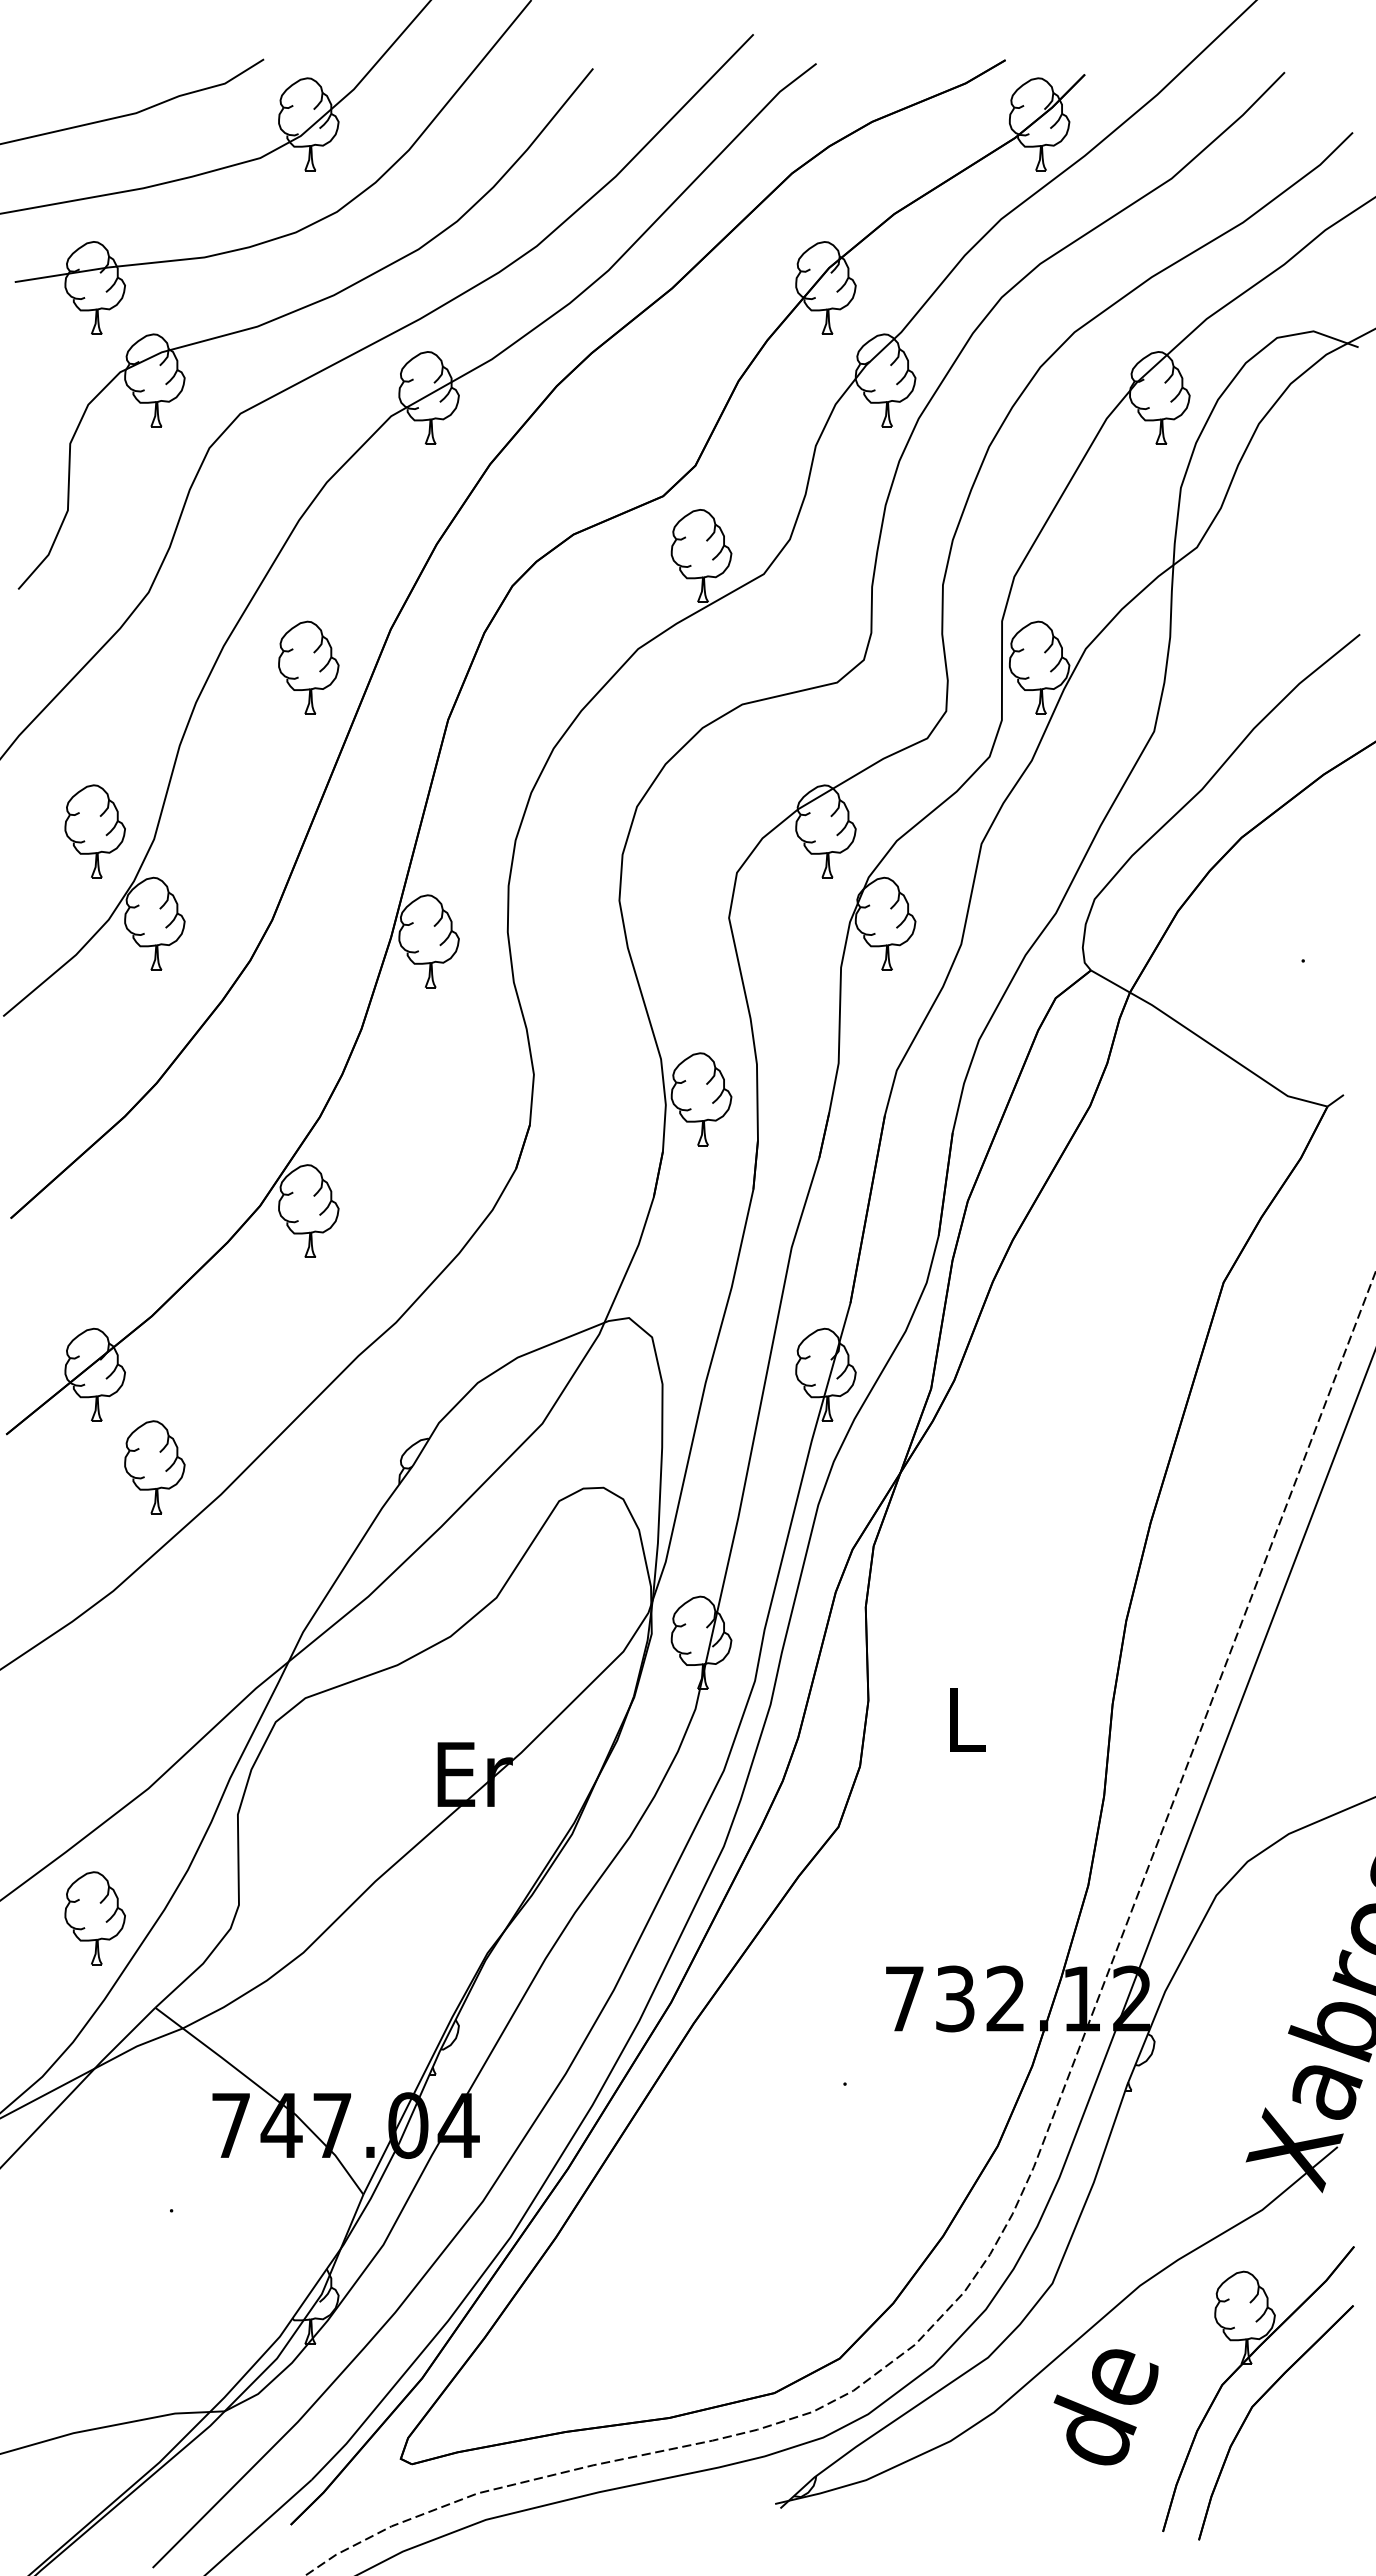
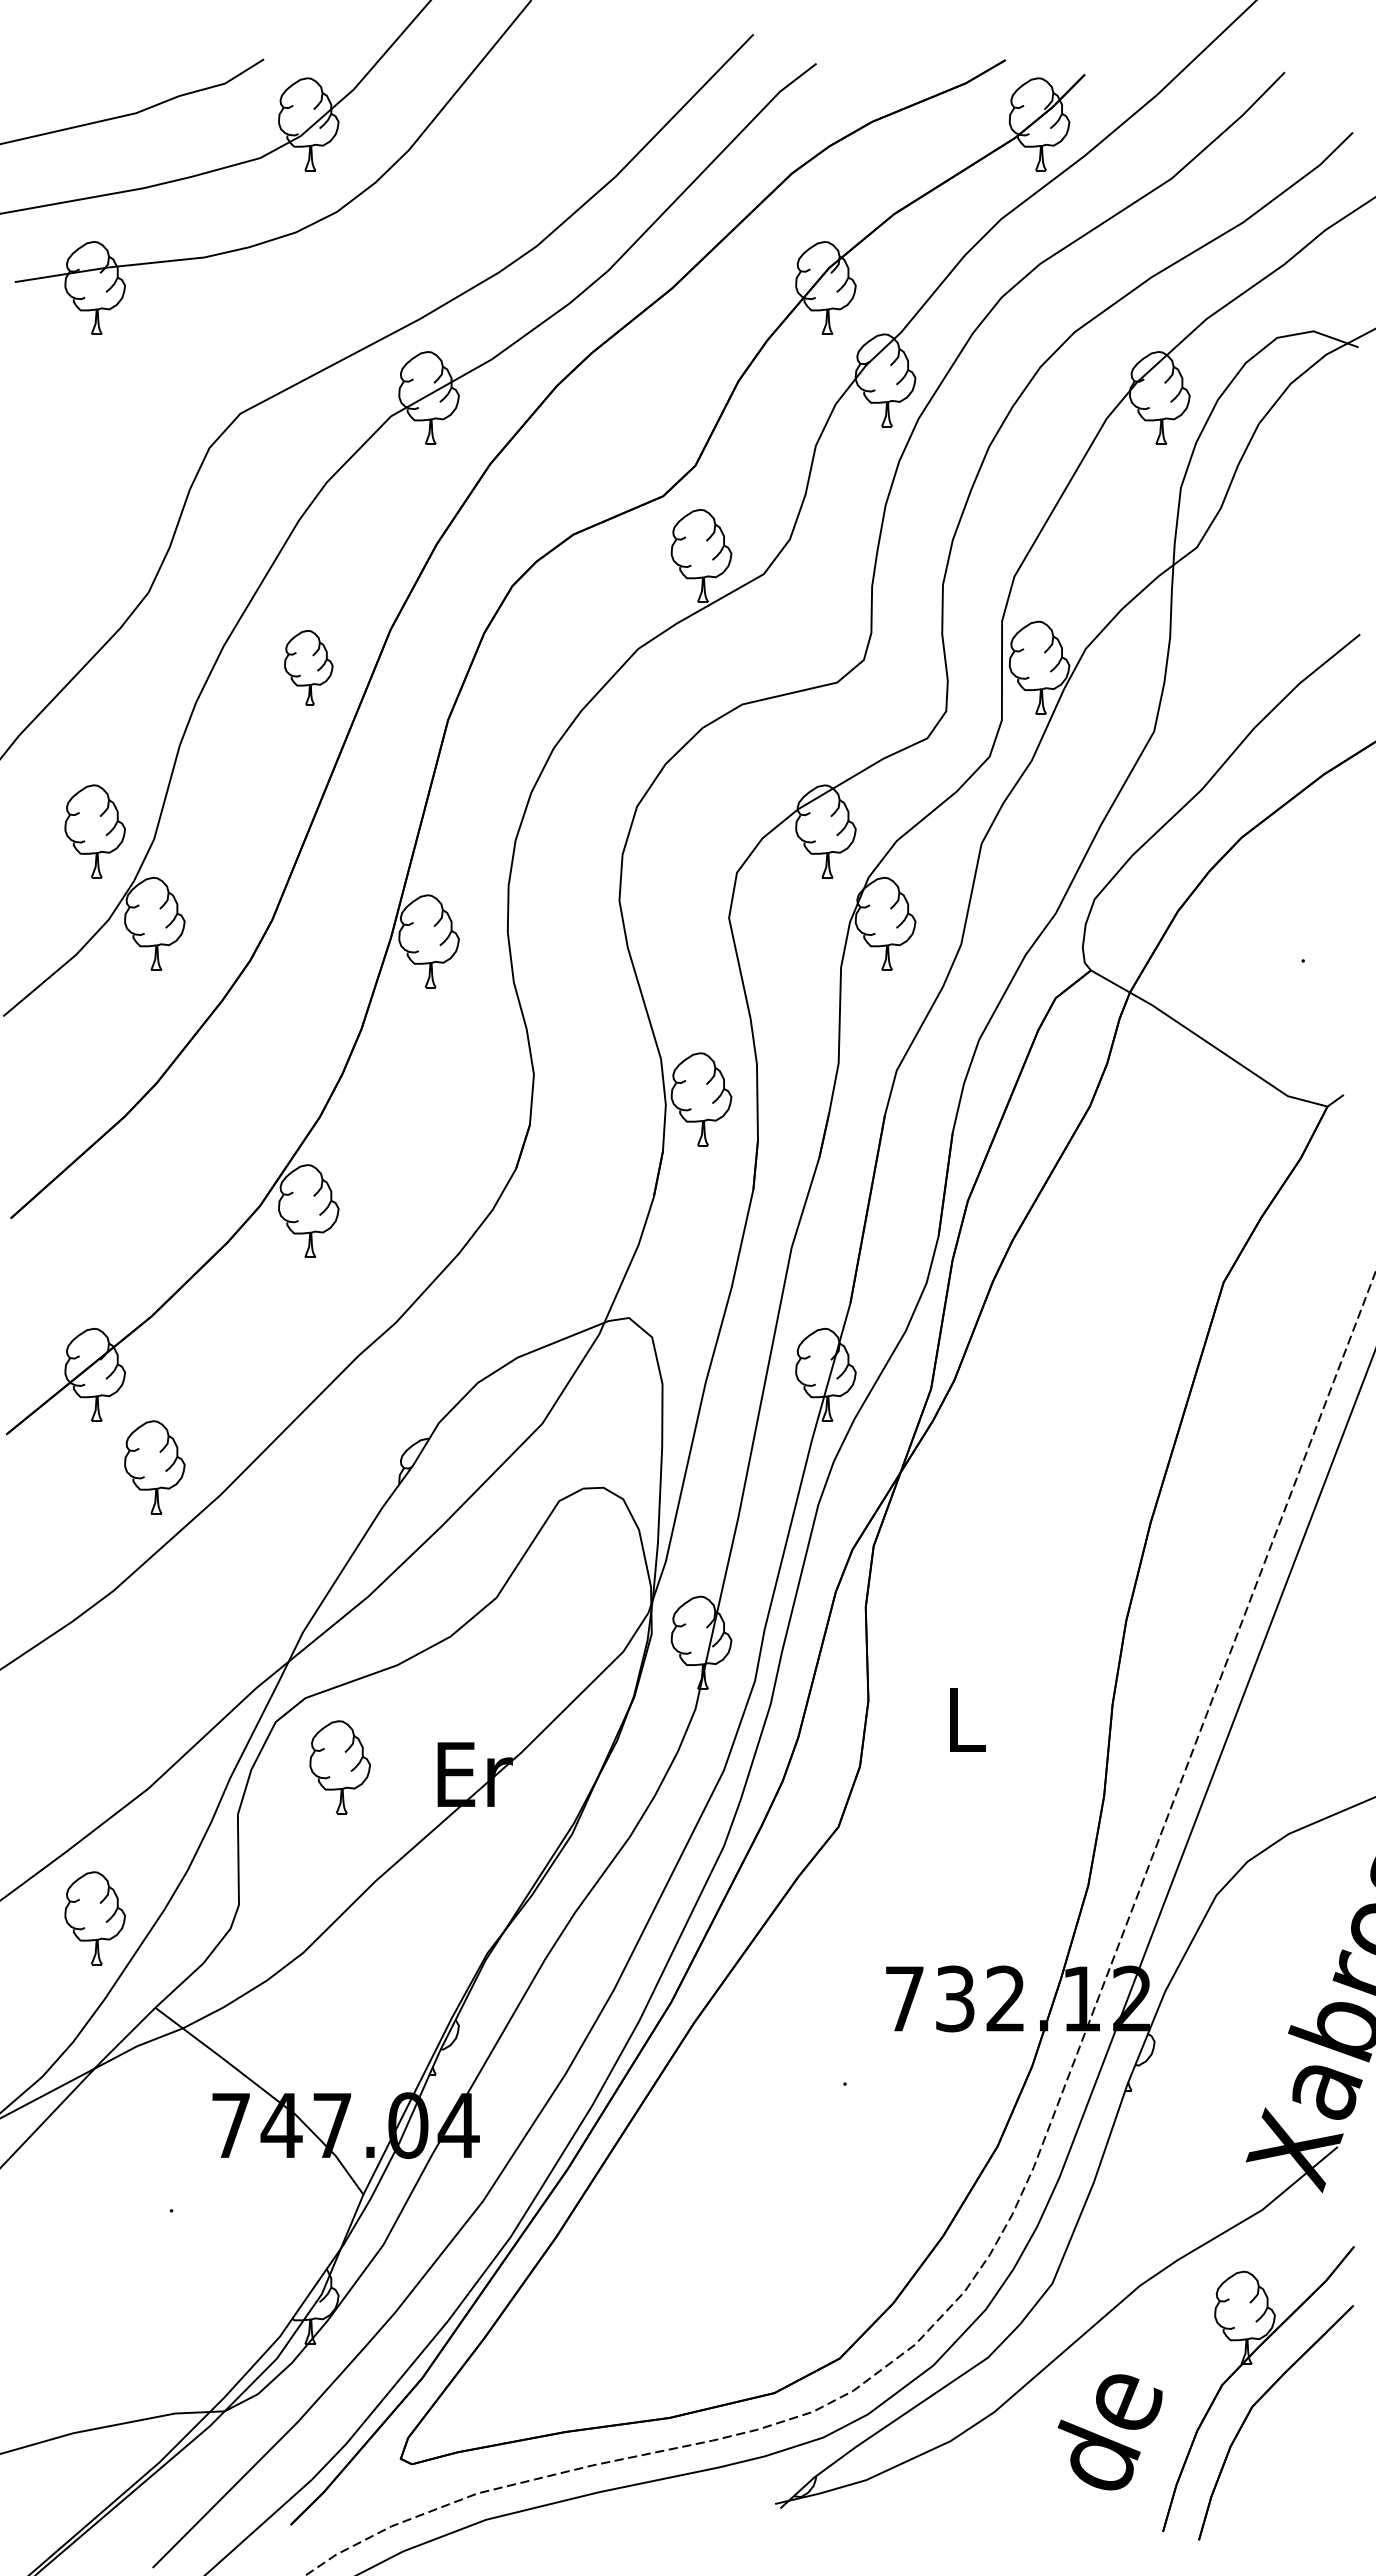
part at (297, 311): present -> none
part at (308, 667) size: 62x95 px -> 50x76 px
part at (339, 1767): none -> present
text at (1105, 2407) position: (1105, 2407) -> (1109, 2432)
